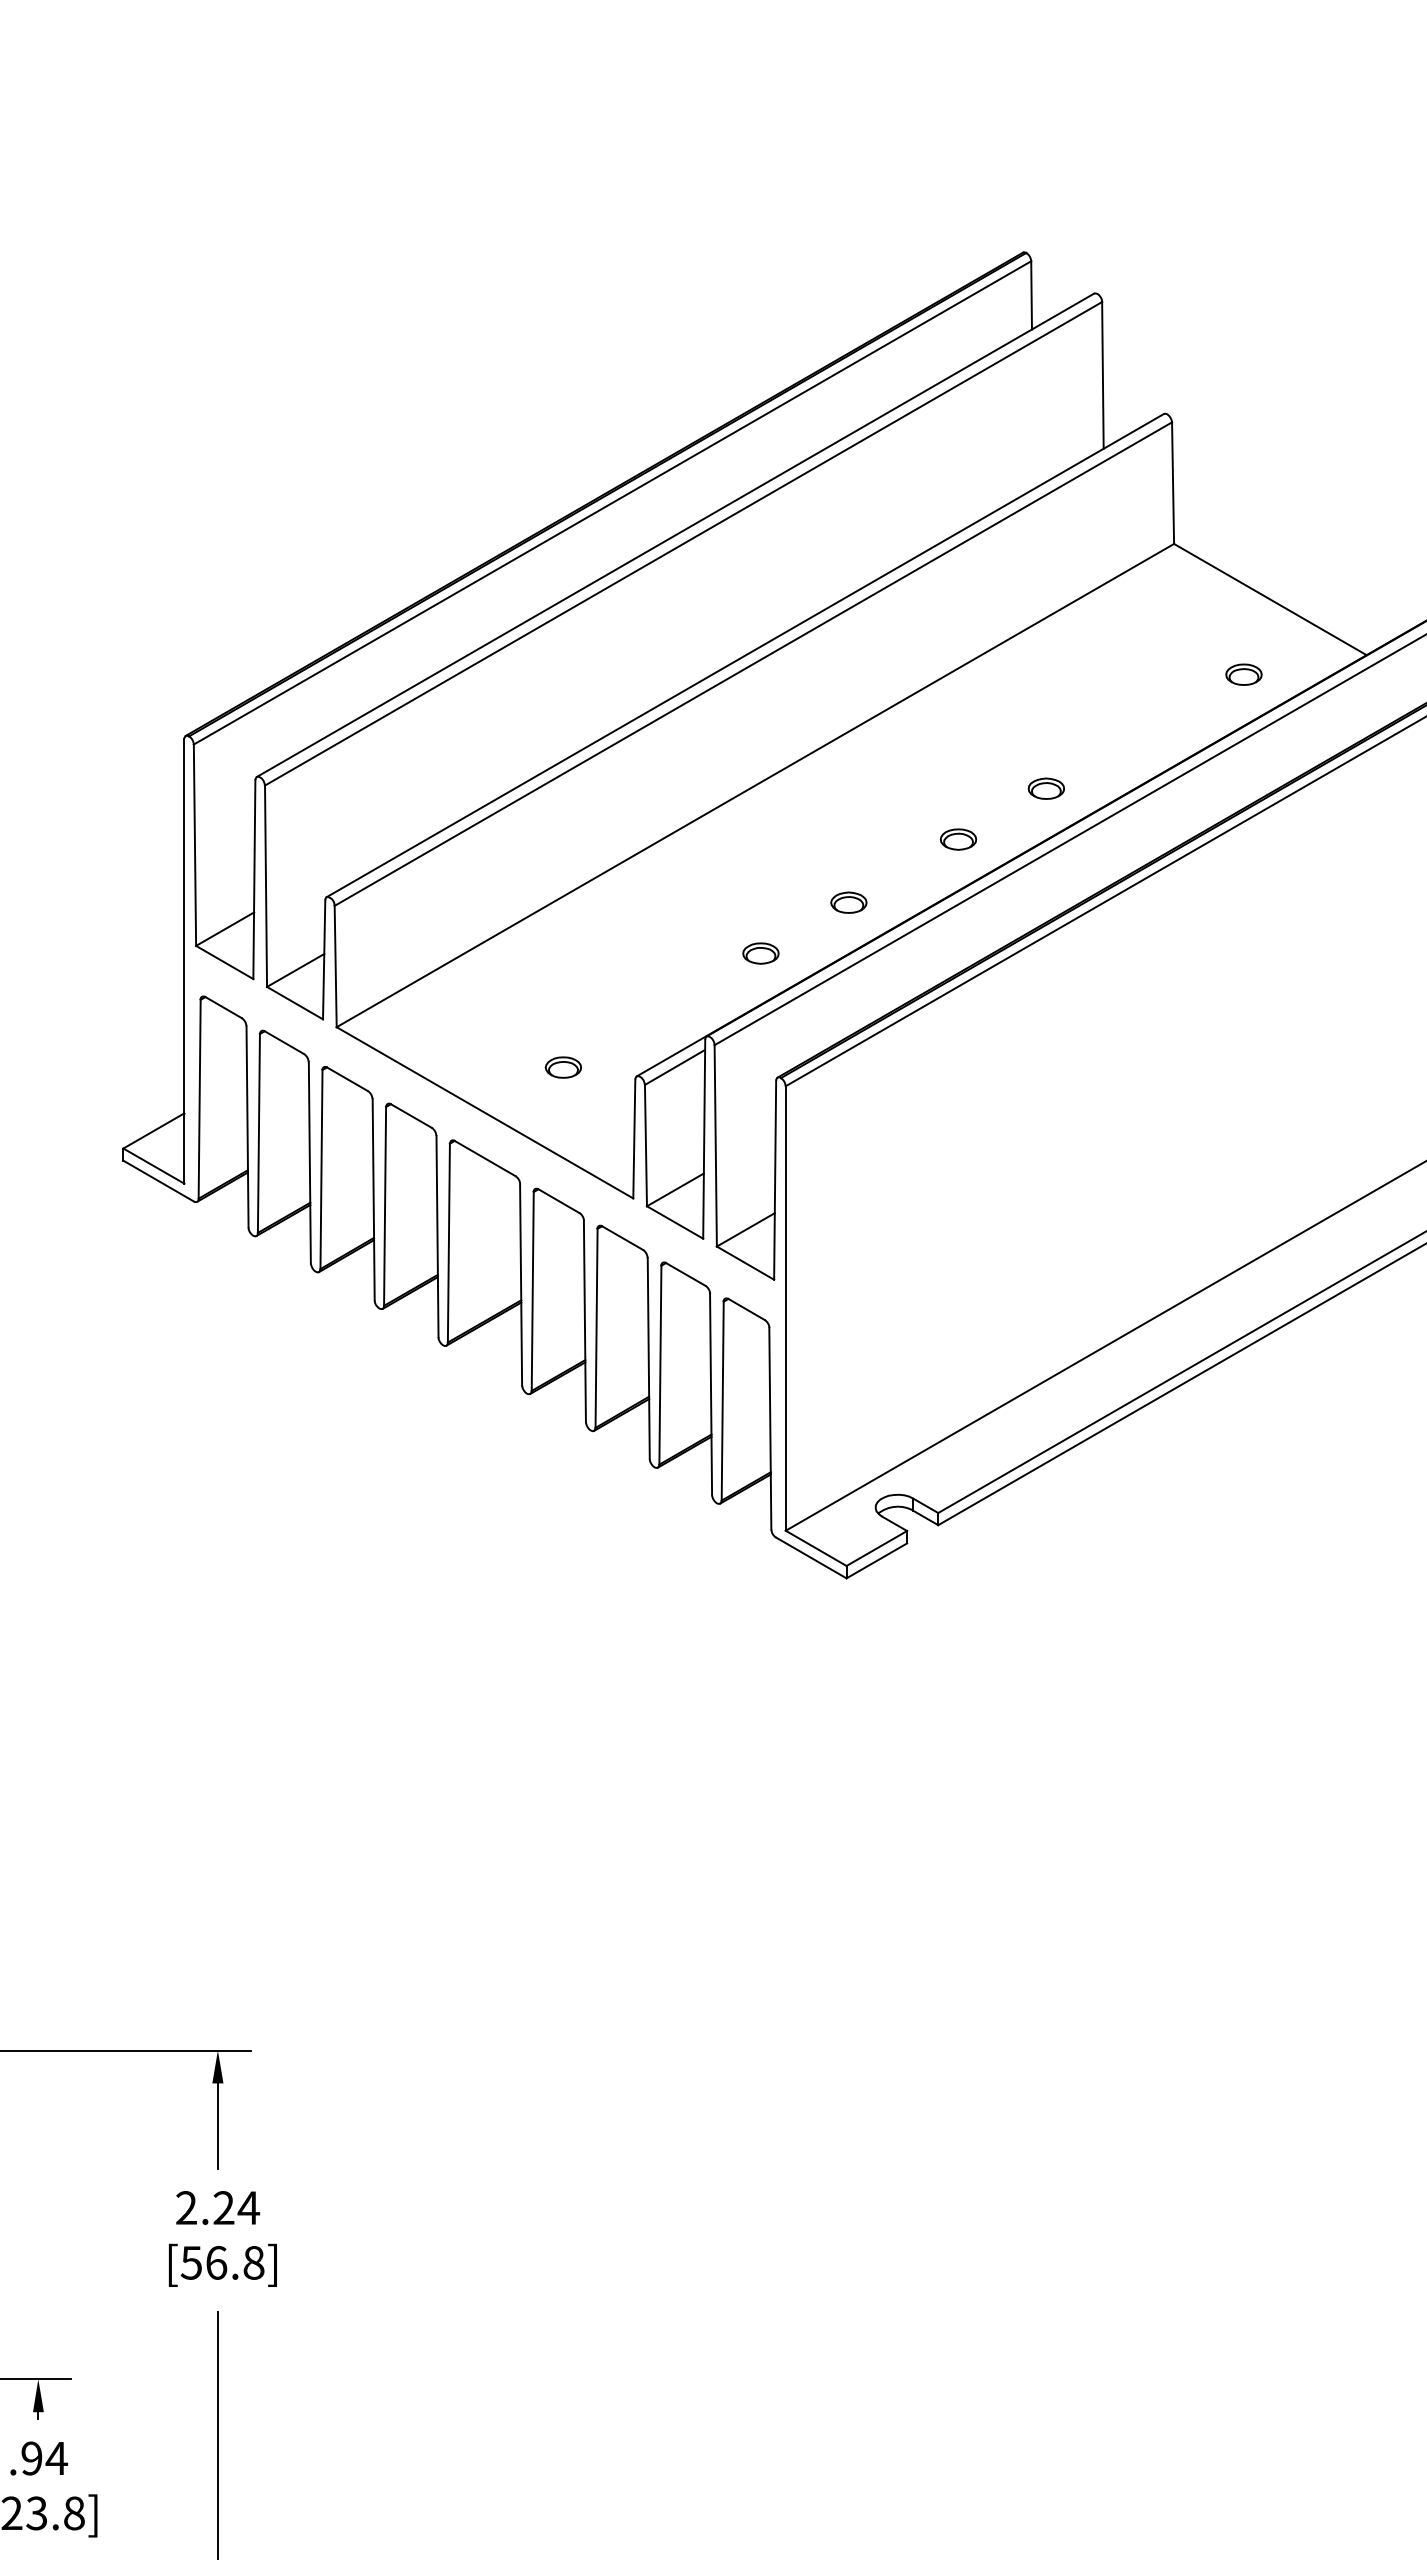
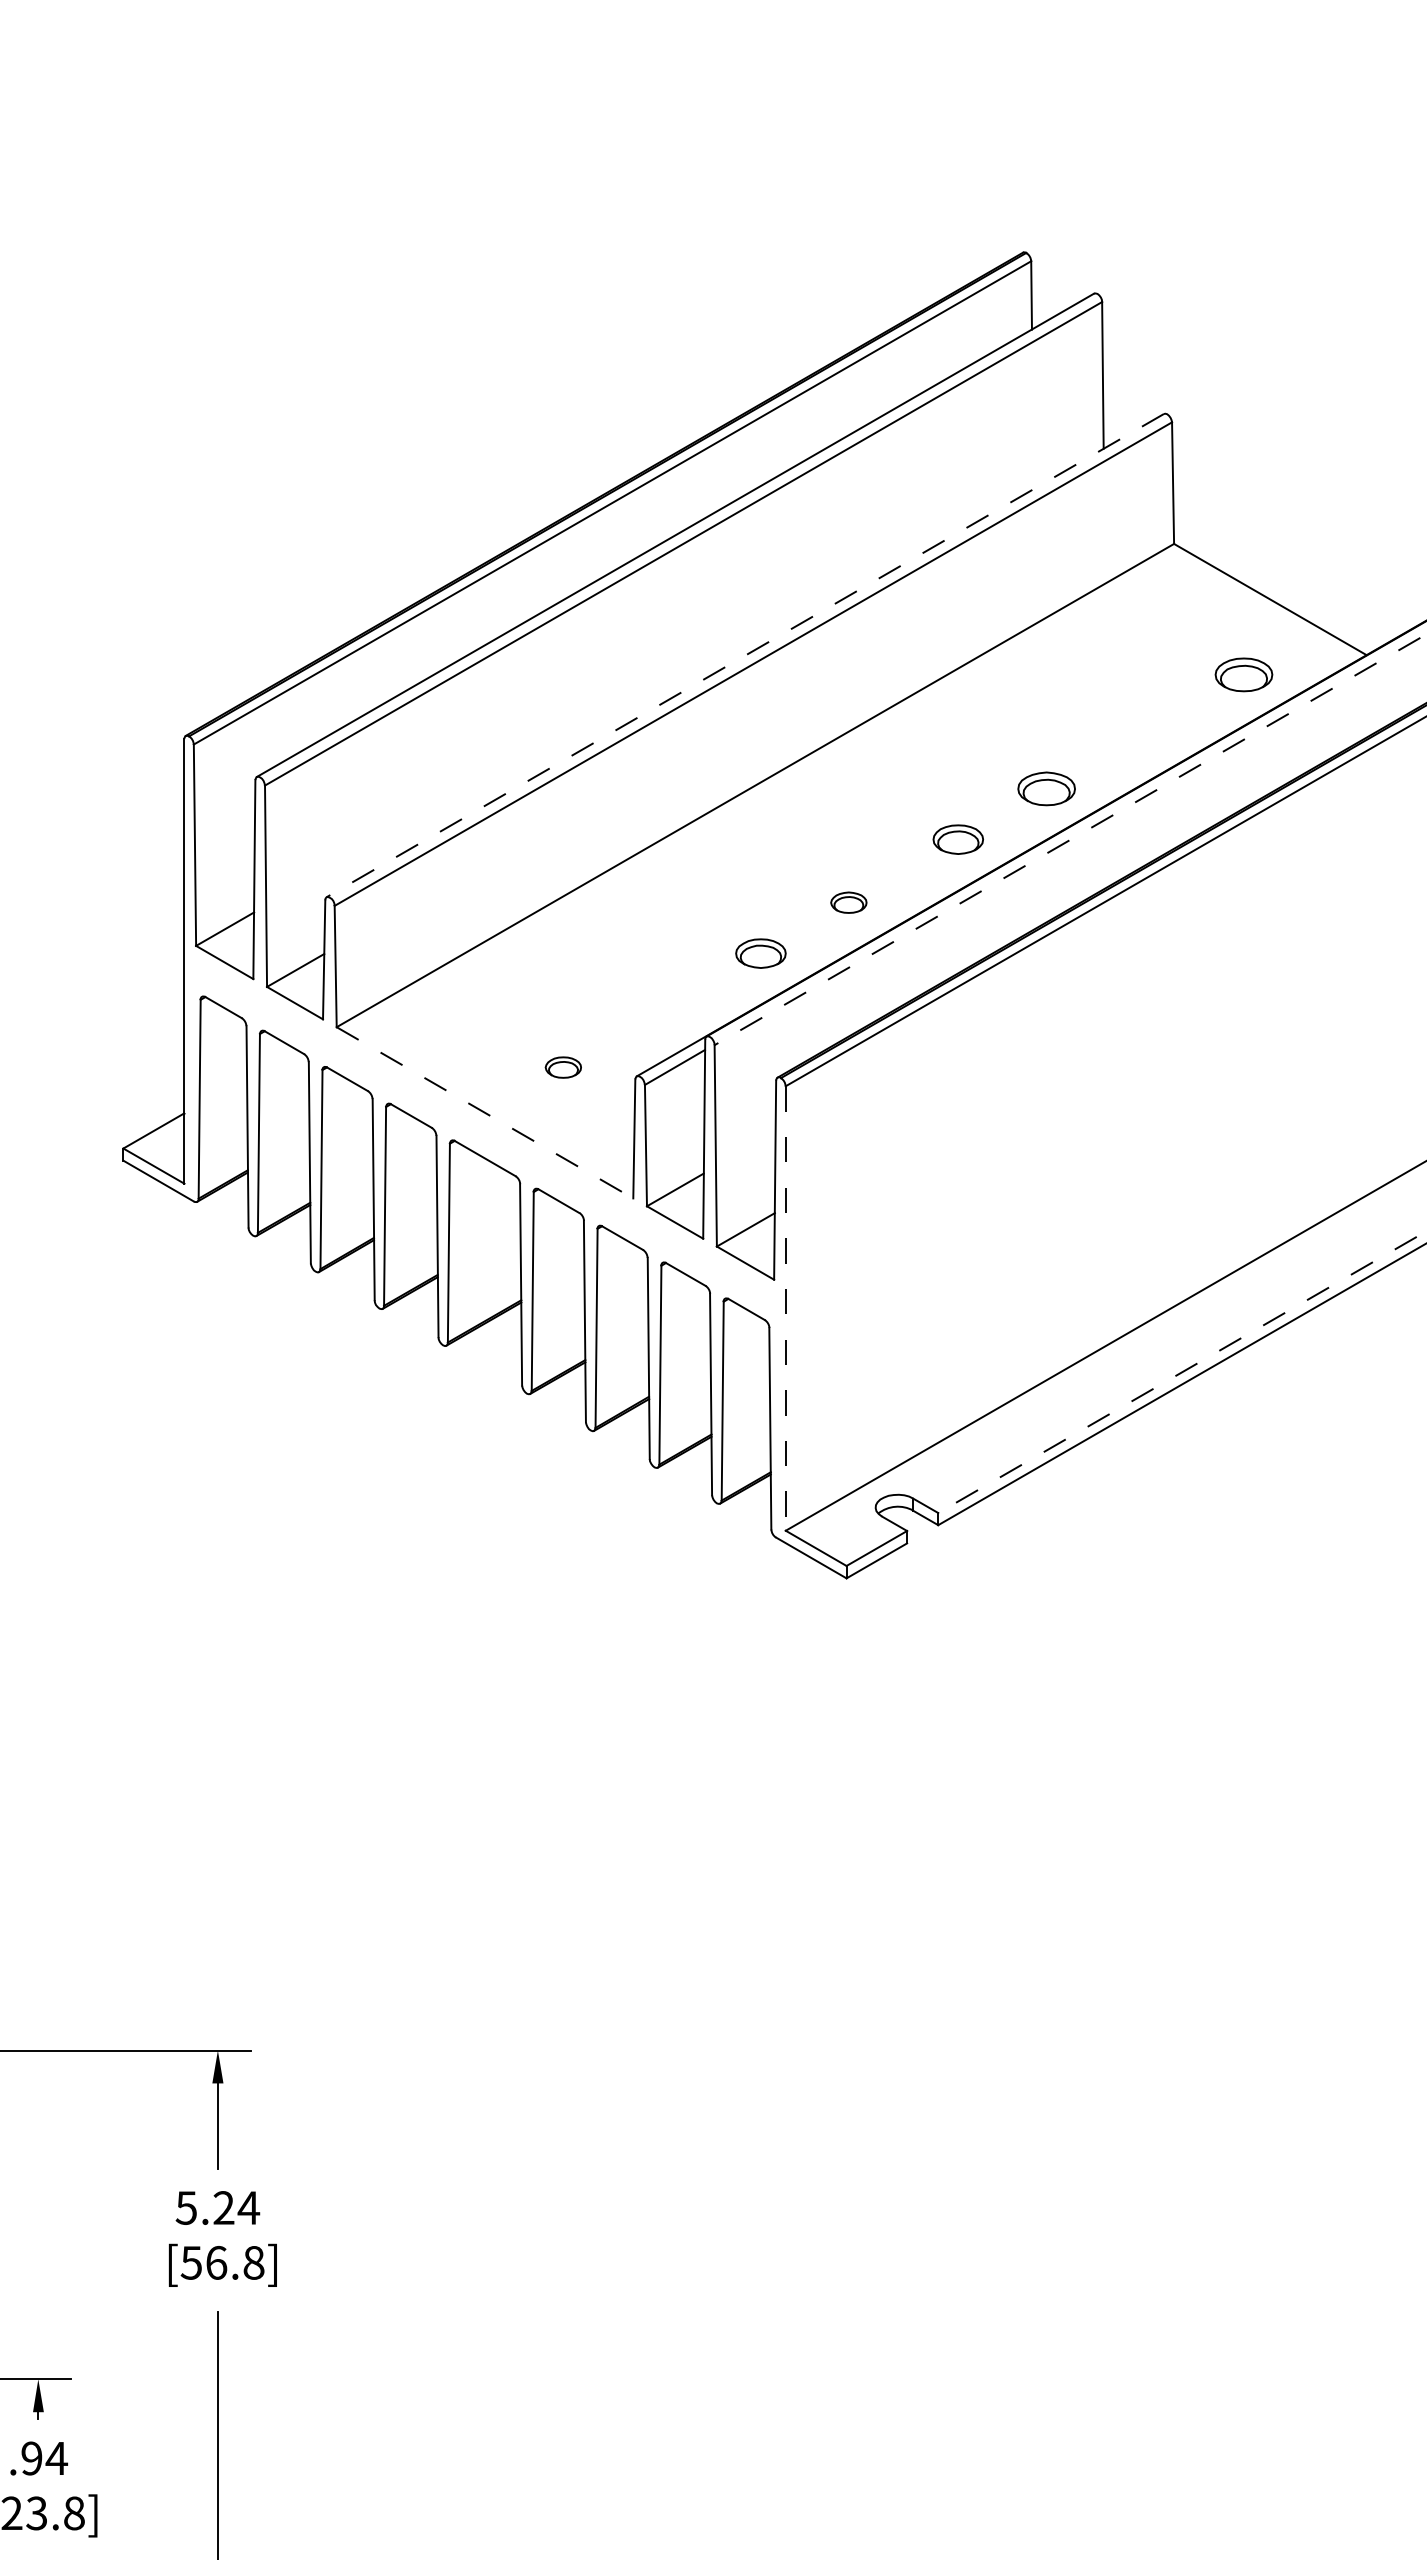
line at (744, 655): solid -> dashed
part at (1243, 674) size: 38x23 px -> 60x36 px
part at (1045, 788) size: 38x23 px -> 59x36 px
part at (958, 839) size: 38x23 px -> 52x31 px
line at (1070, 839): solid -> dashed
part at (760, 953) size: 38x23 px -> 52x31 px
line at (485, 1113): solid -> dashed
line at (785, 1308): solid -> dashed
line at (1182, 1372): solid -> dashed
text at (185, 2207): 2.24 -> 5.24
